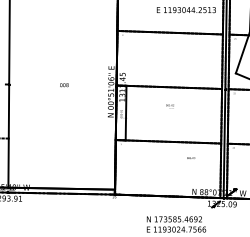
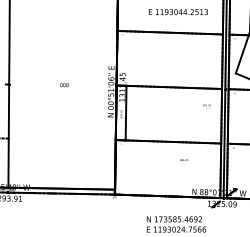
text at (185, 10) position: (185, 10) -> (177, 12)
text at (169, 106) position: (169, 106) -> (206, 106)
text at (191, 157) position: (191, 157) -> (184, 159)
